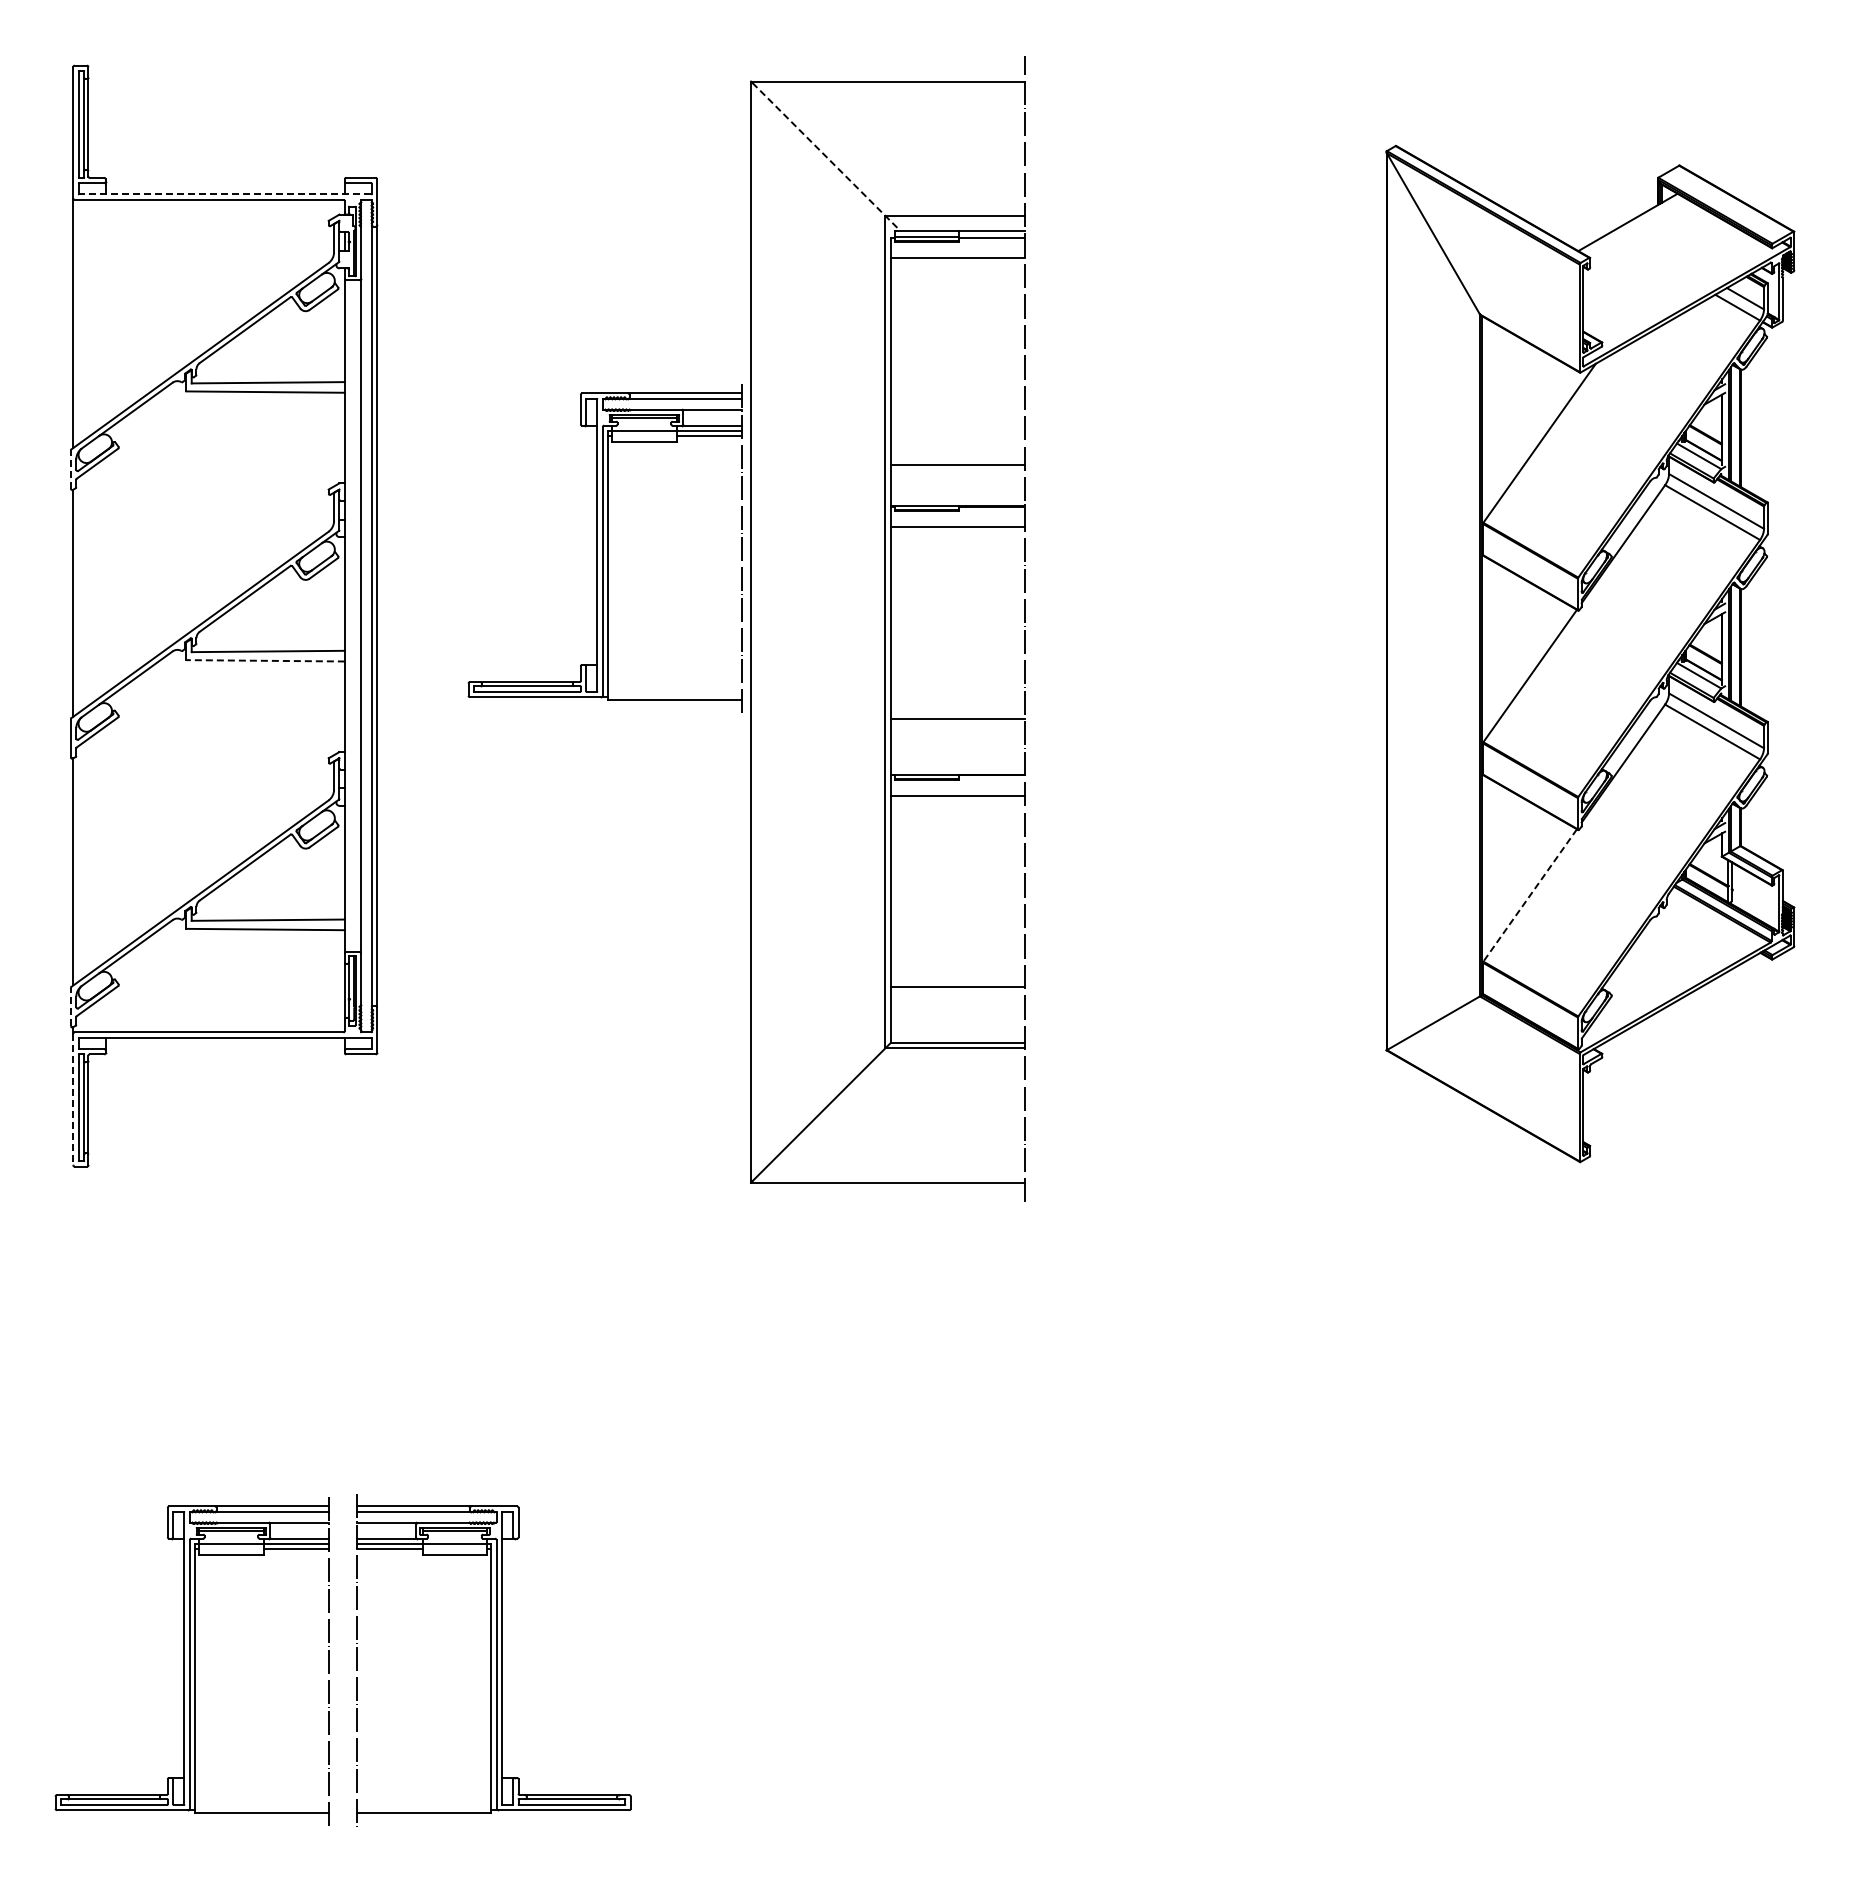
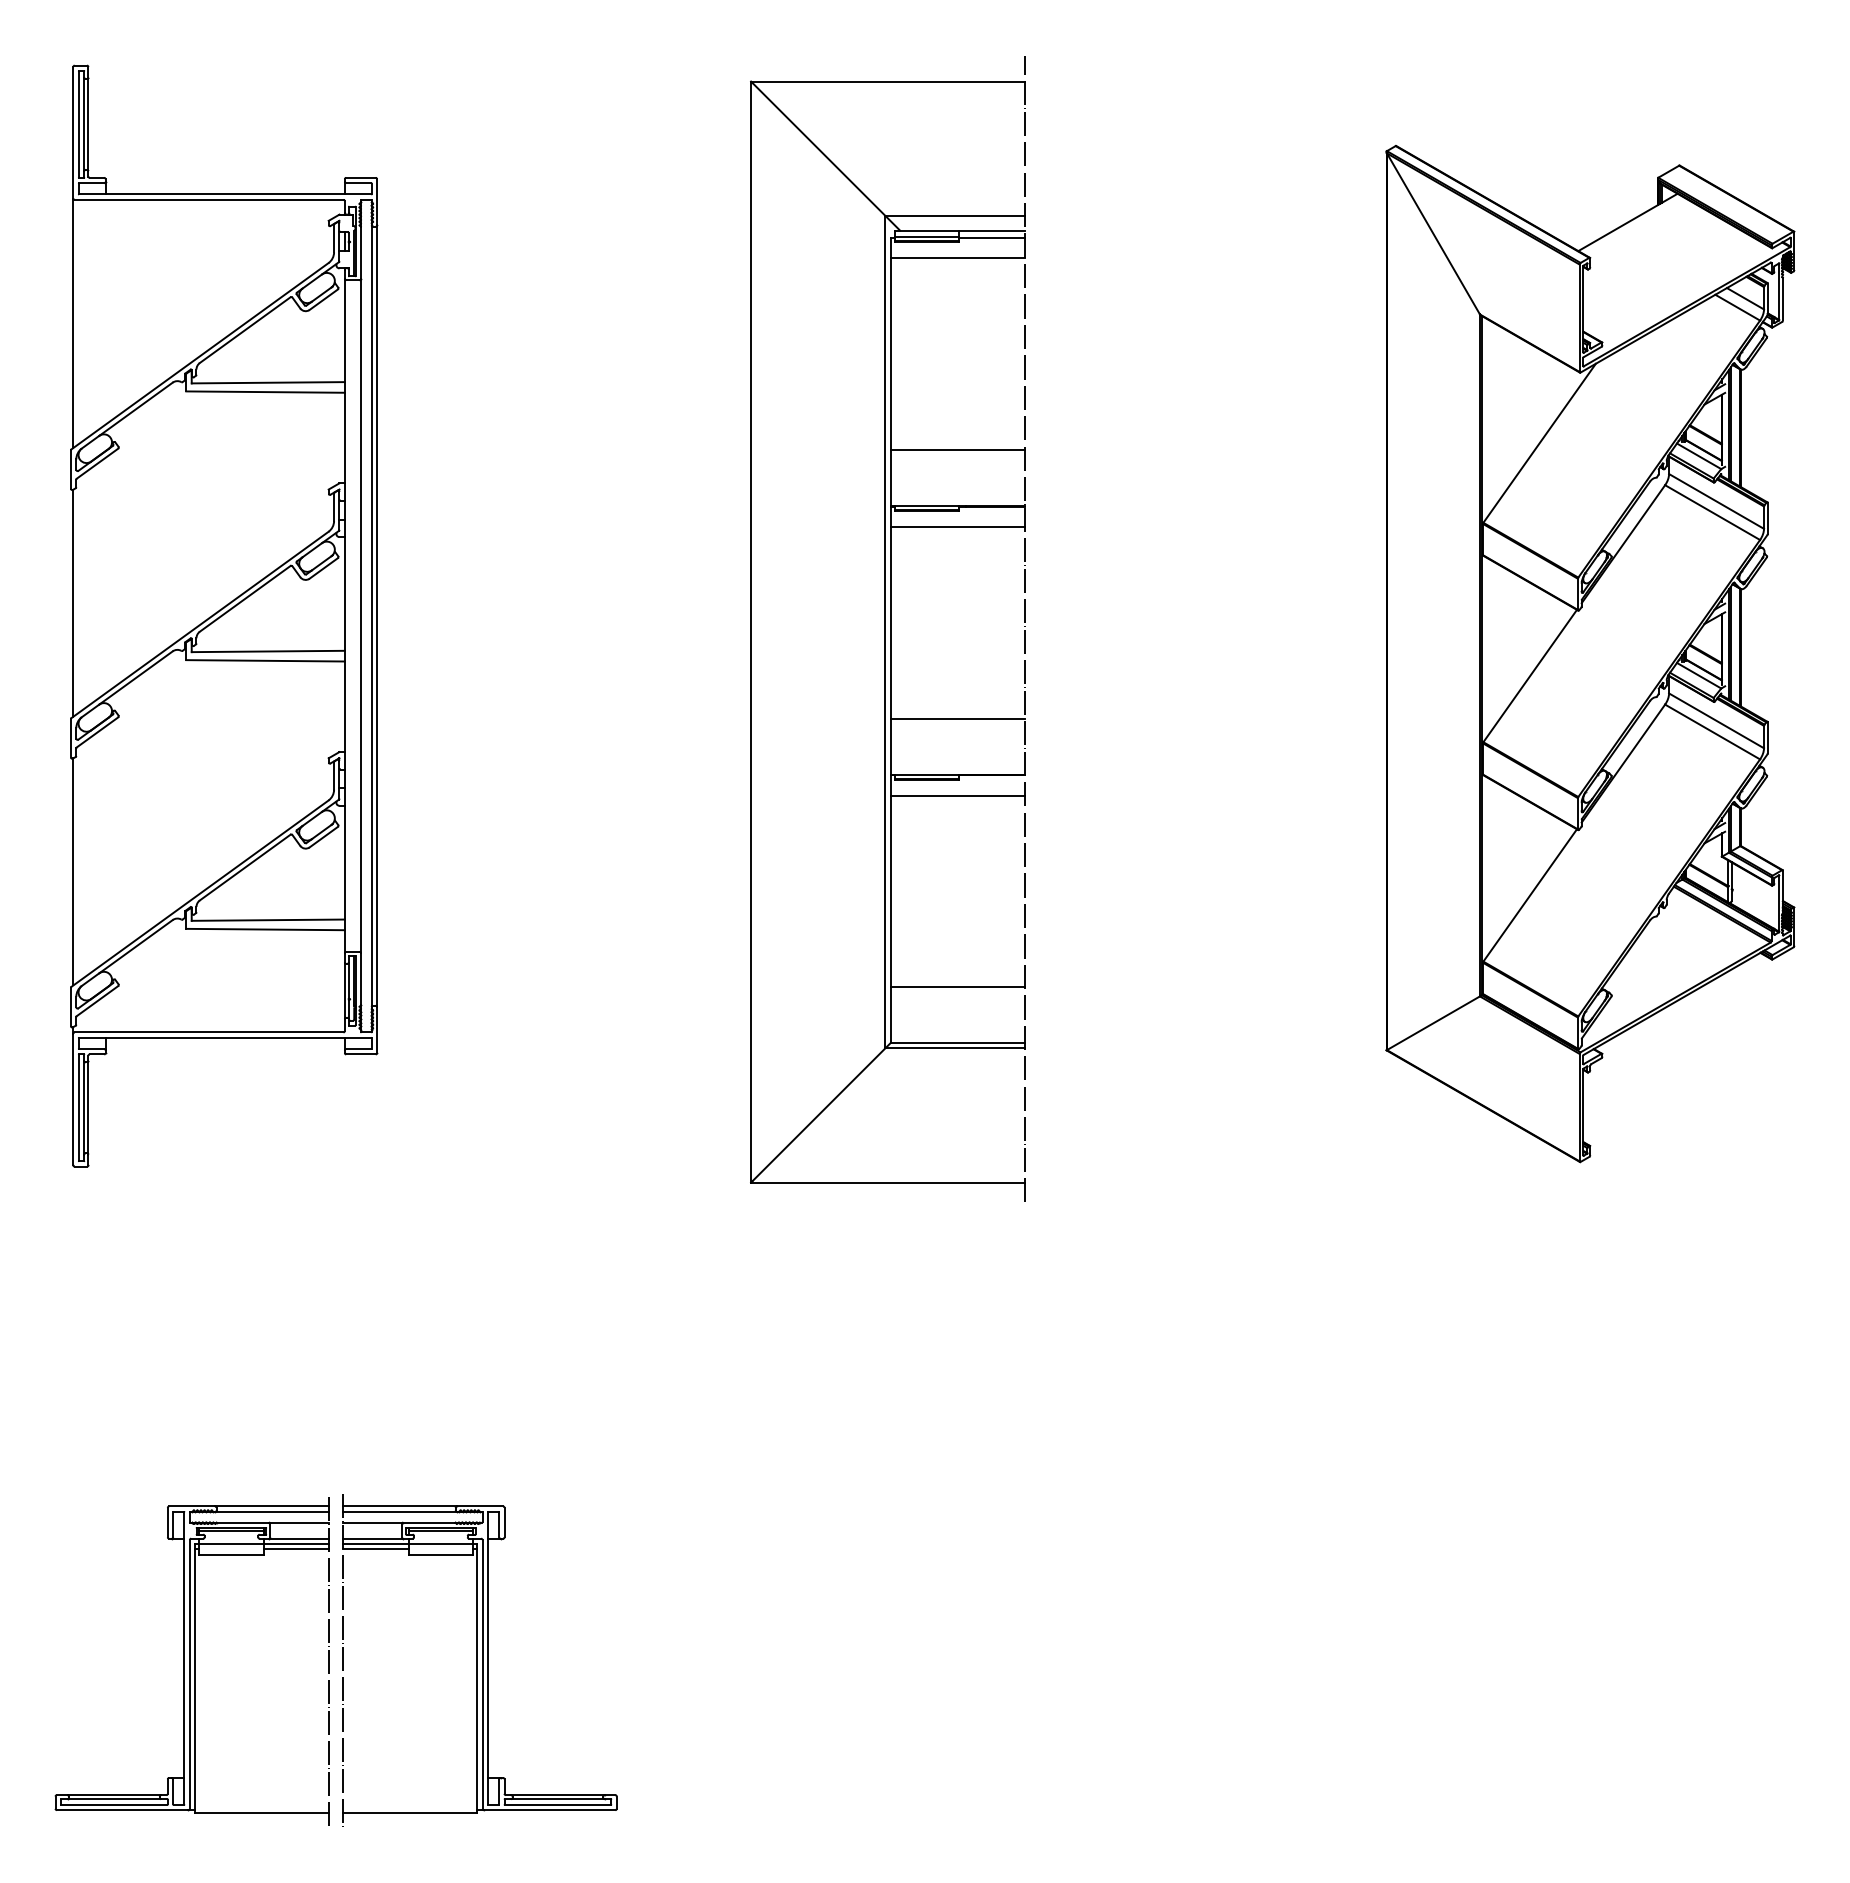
line at (826, 157): dashed -> solid
line at (225, 194): dashed -> solid
line at (957, 464) position: (957, 464) -> (957, 449)
line at (70, 469): dashed -> solid
part at (604, 548): present -> none
line at (265, 660): dashed -> solid
line at (1529, 895): dashed -> solid
line at (70, 1006): dashed -> solid
line at (73, 1099): dashed -> solid
part at (493, 1660) position: (493, 1660) -> (479, 1660)
